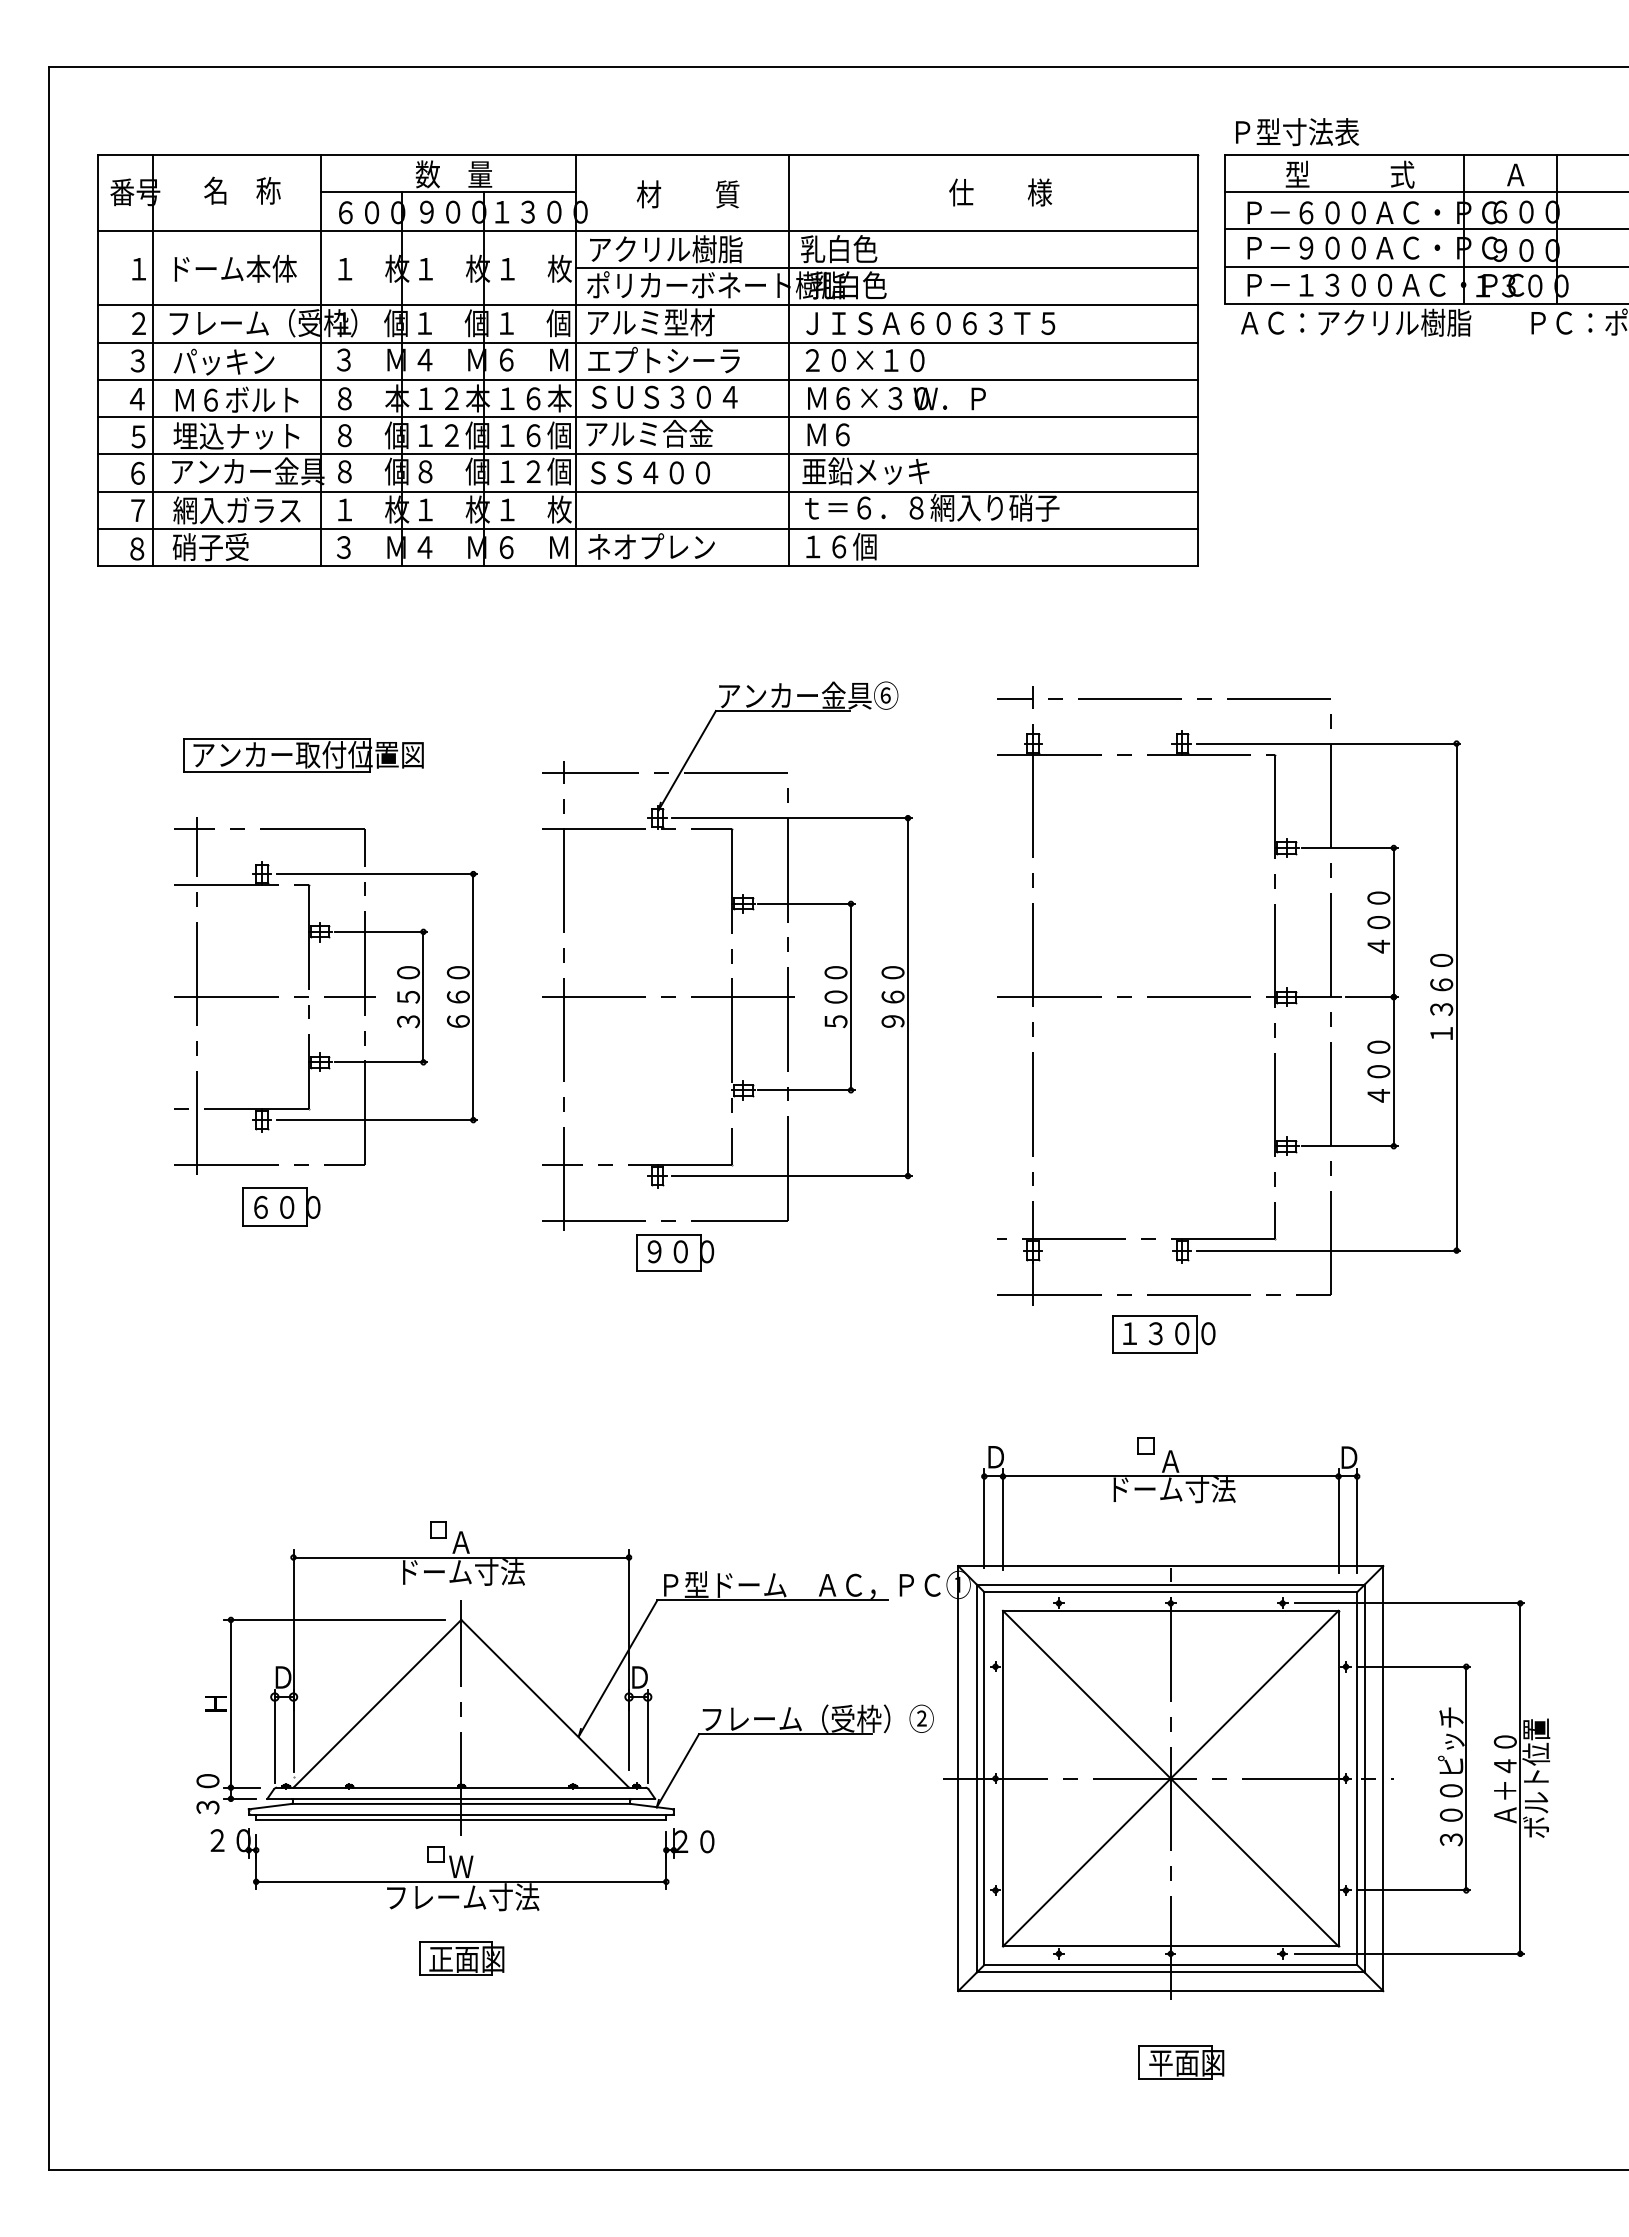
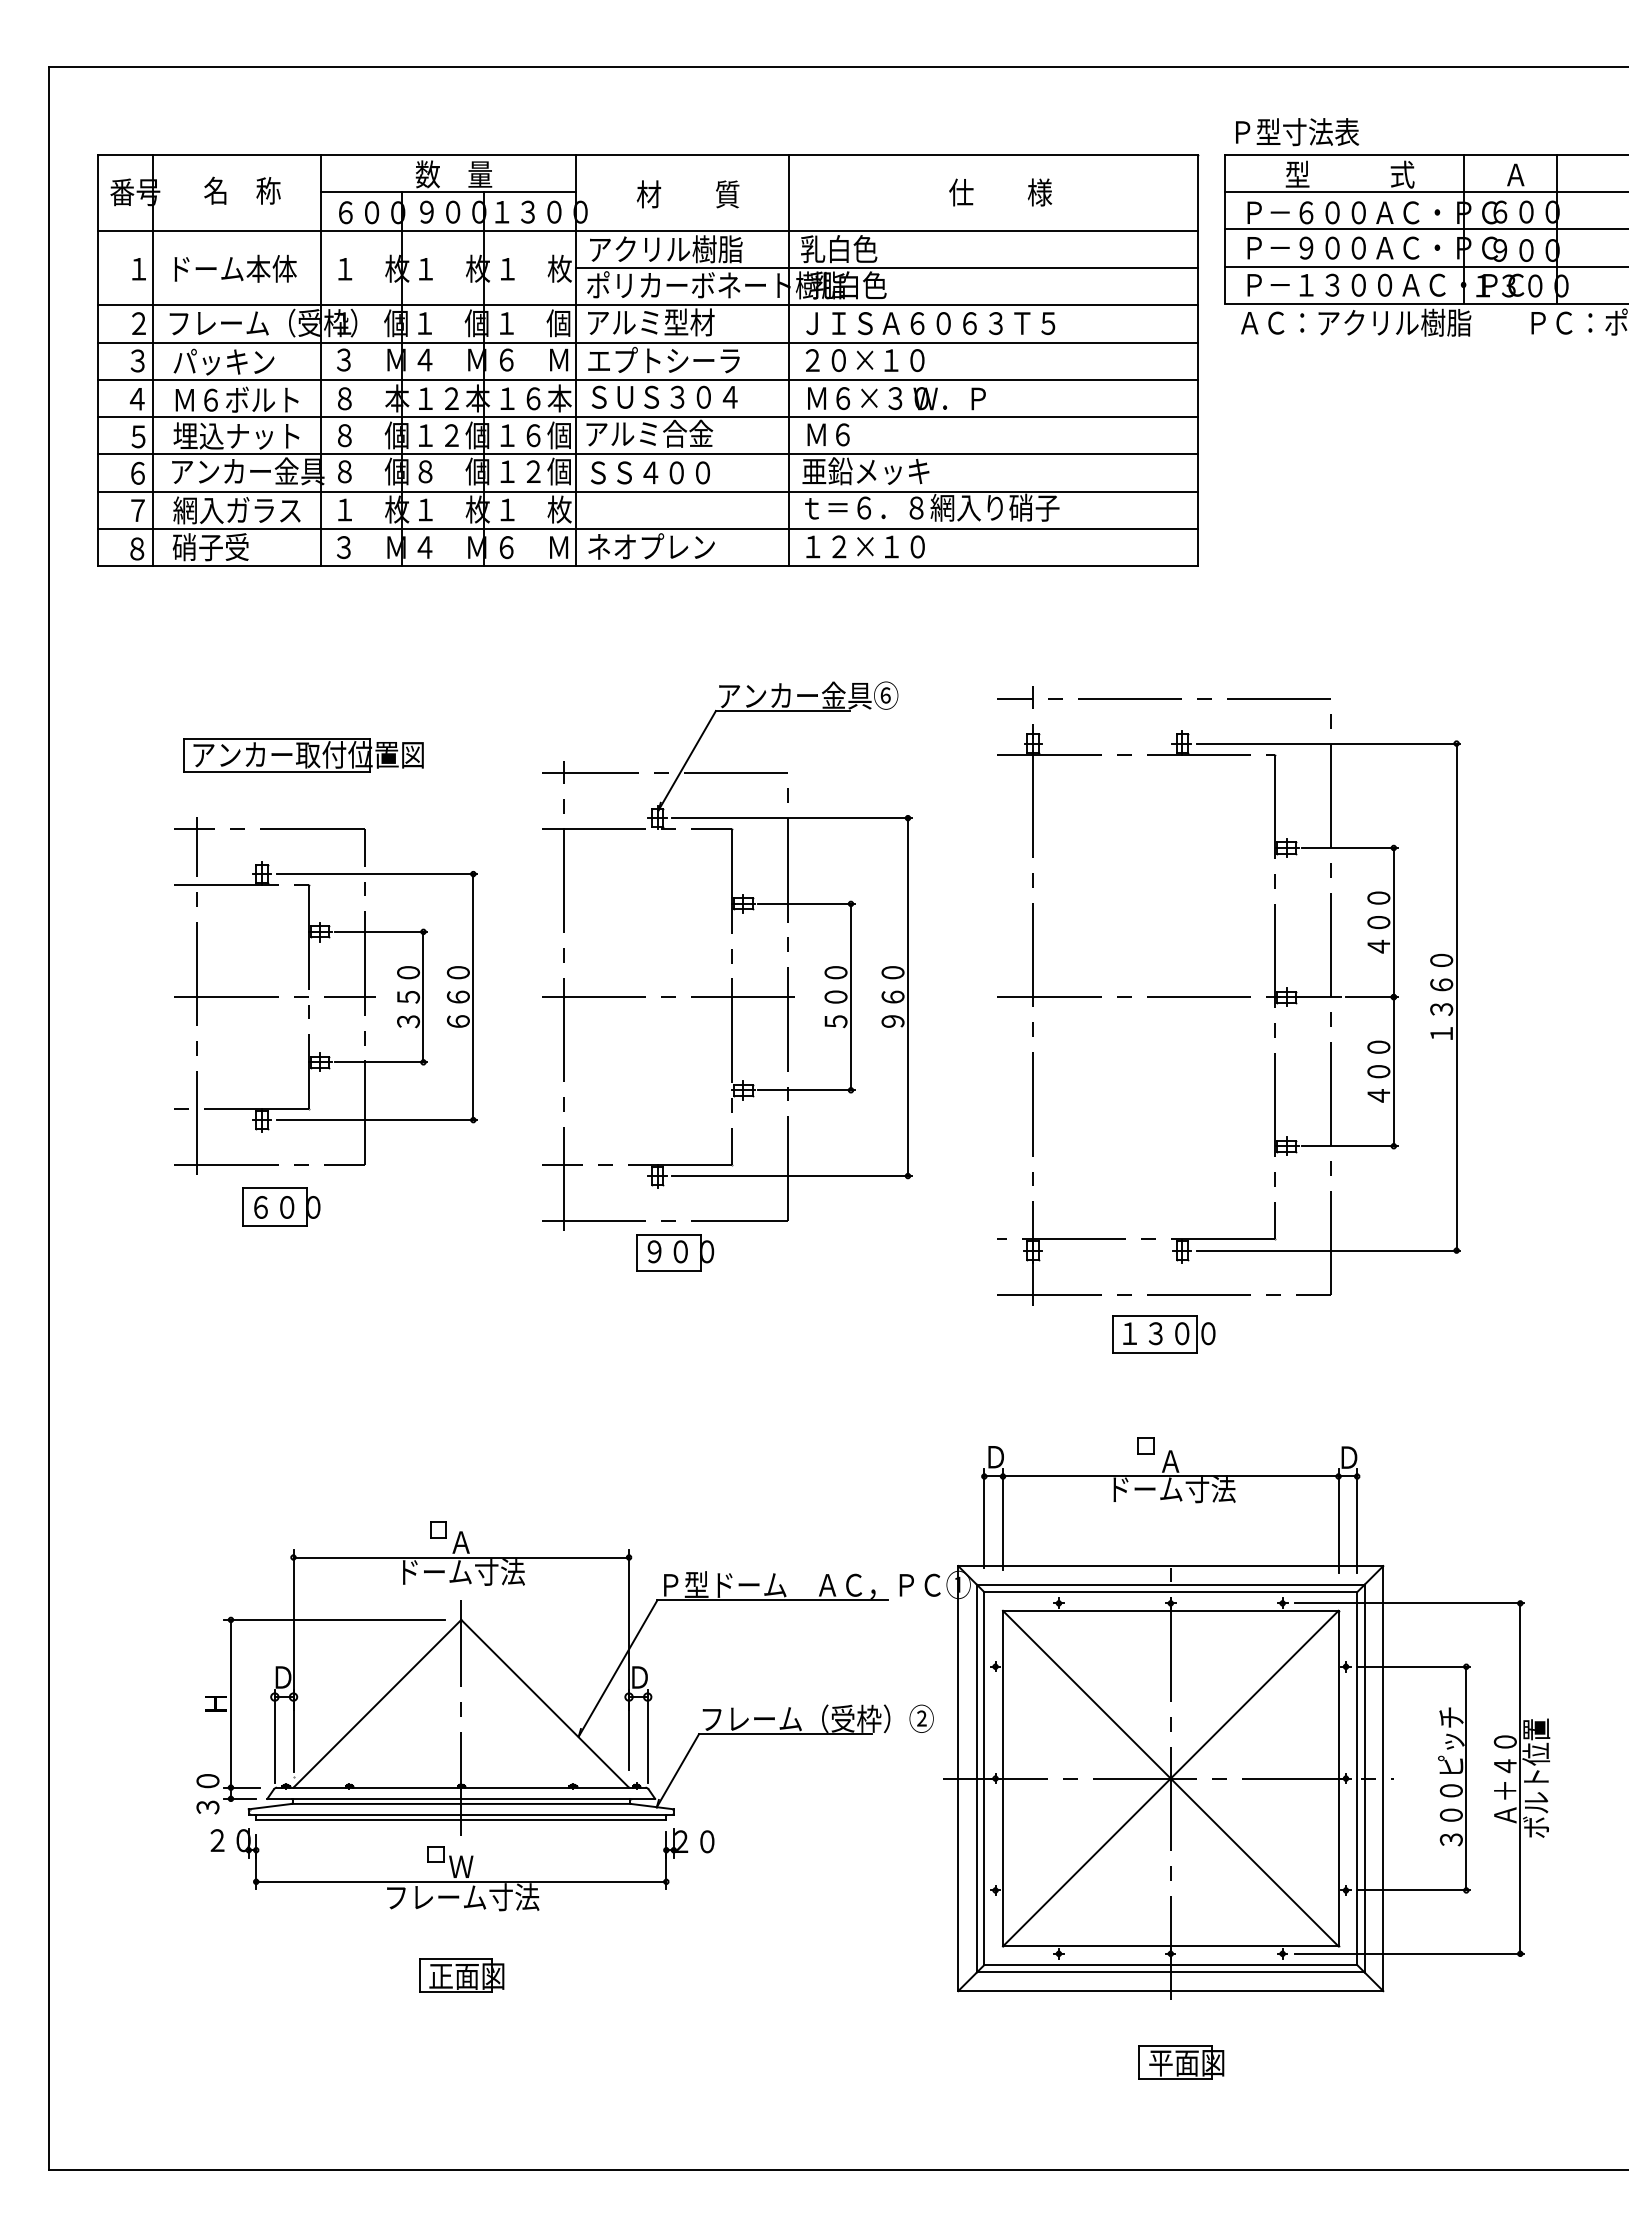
text at (878, 546): １６個 -> １２×１０
part at (461, 1958) position: (461, 1958) -> (461, 1975)
